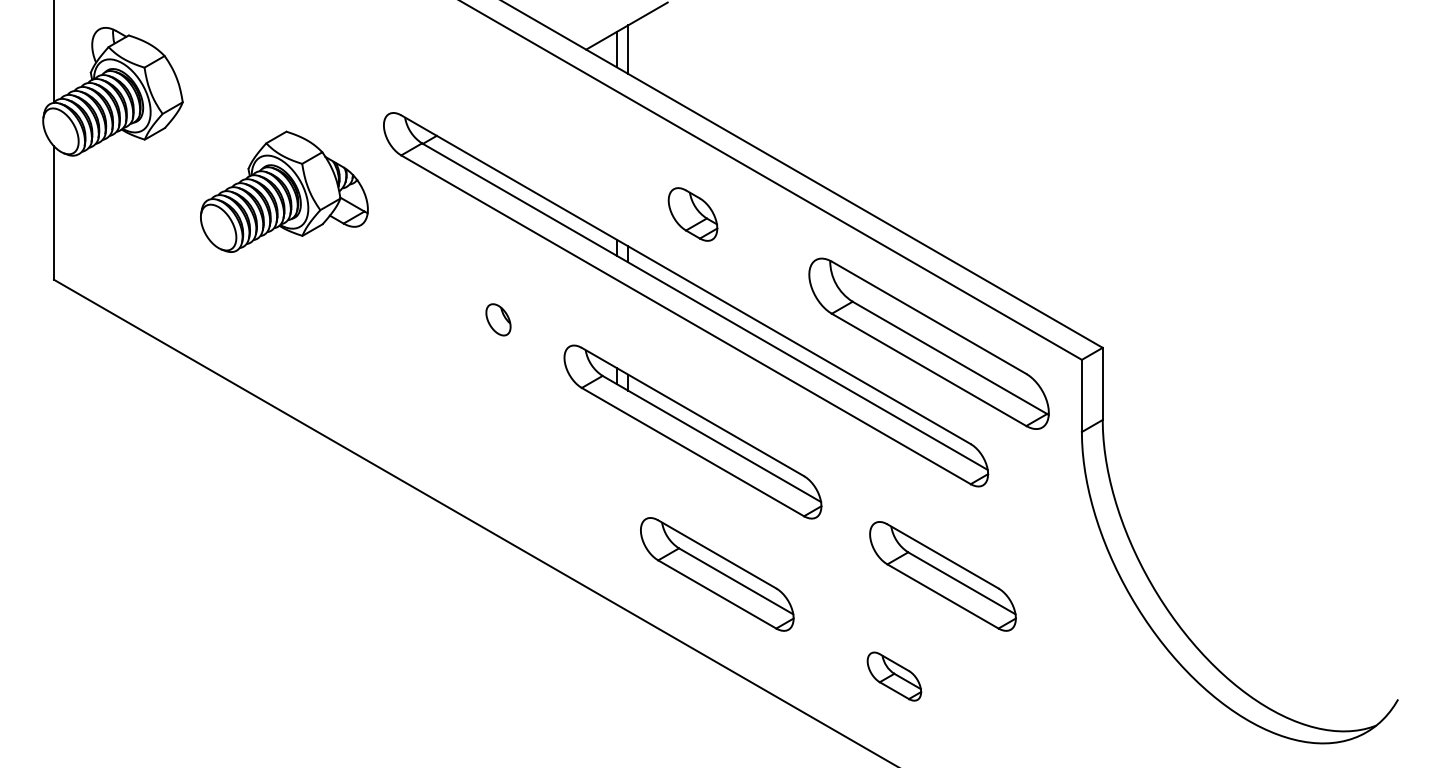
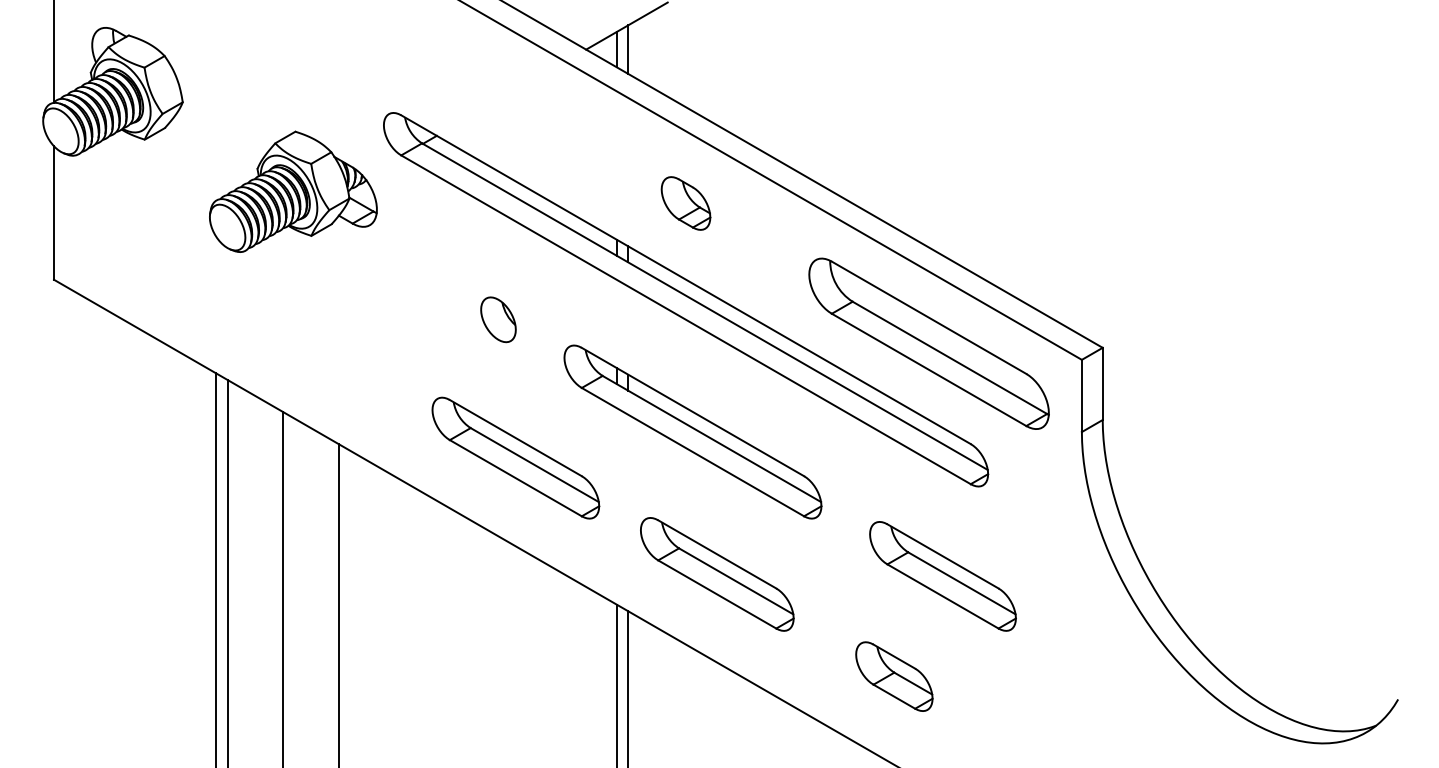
part at (284, 191) position: (284, 191) -> (293, 191)
part at (692, 214) position: (692, 214) -> (685, 203)
part at (498, 319) size: 27x34 px -> 37x48 px
part at (515, 457): none -> present
line at (216, 568): none -> present
line at (227, 571): none -> present
line at (283, 588): none -> present
line at (338, 604): none -> present
part at (894, 676) size: 57x51 px -> 79x71 px
line at (616, 684): none -> present
line at (628, 687): none -> present
